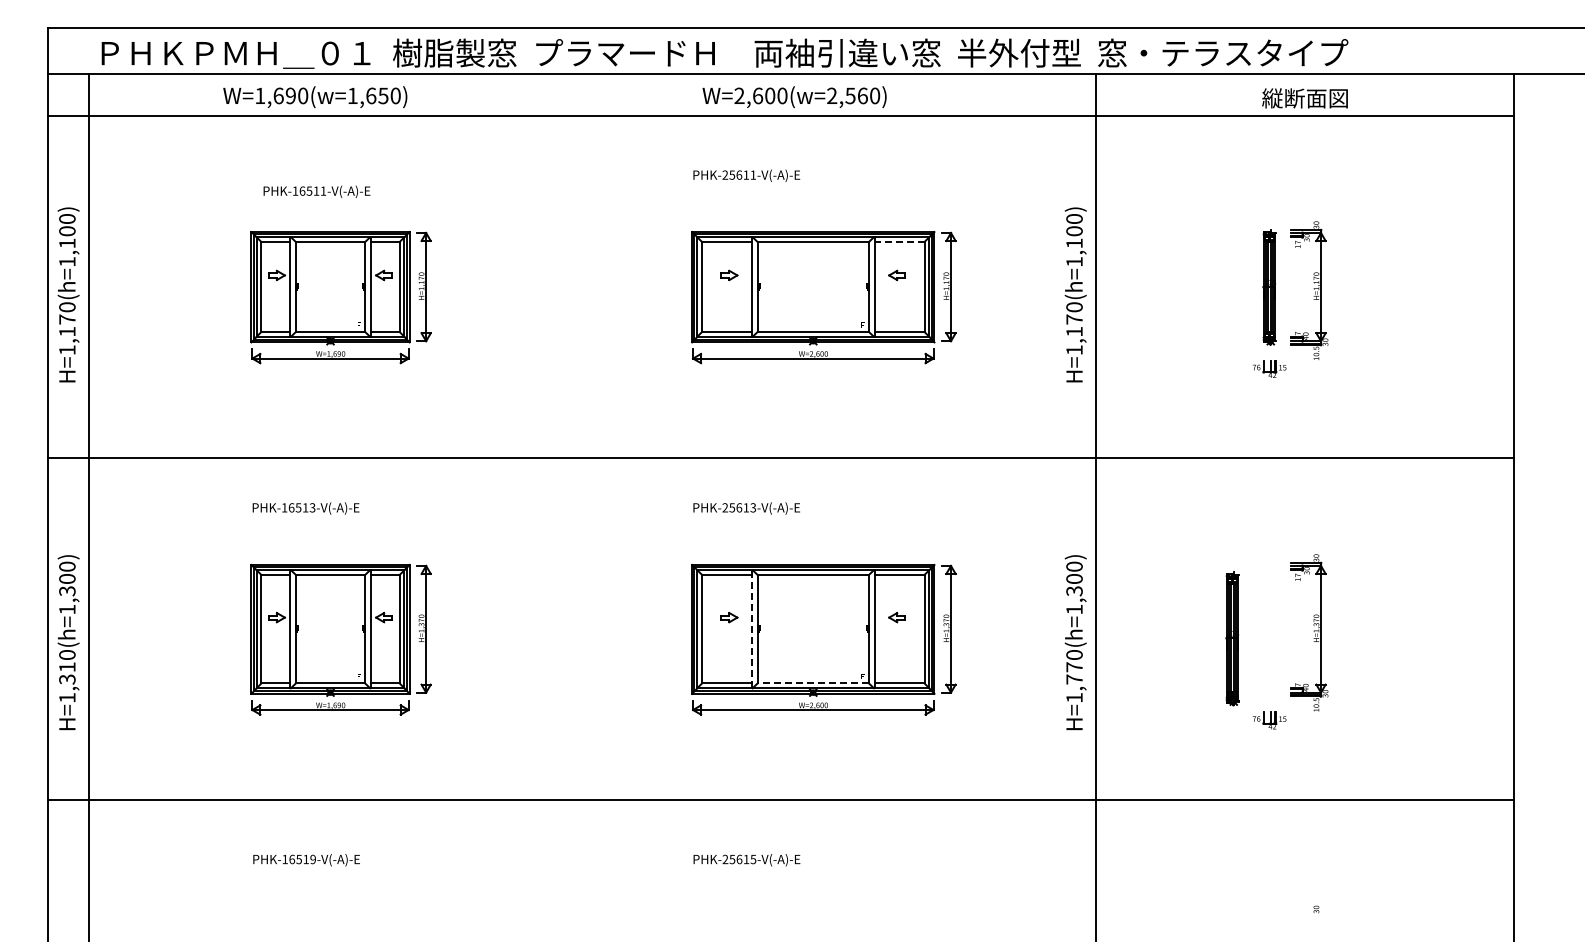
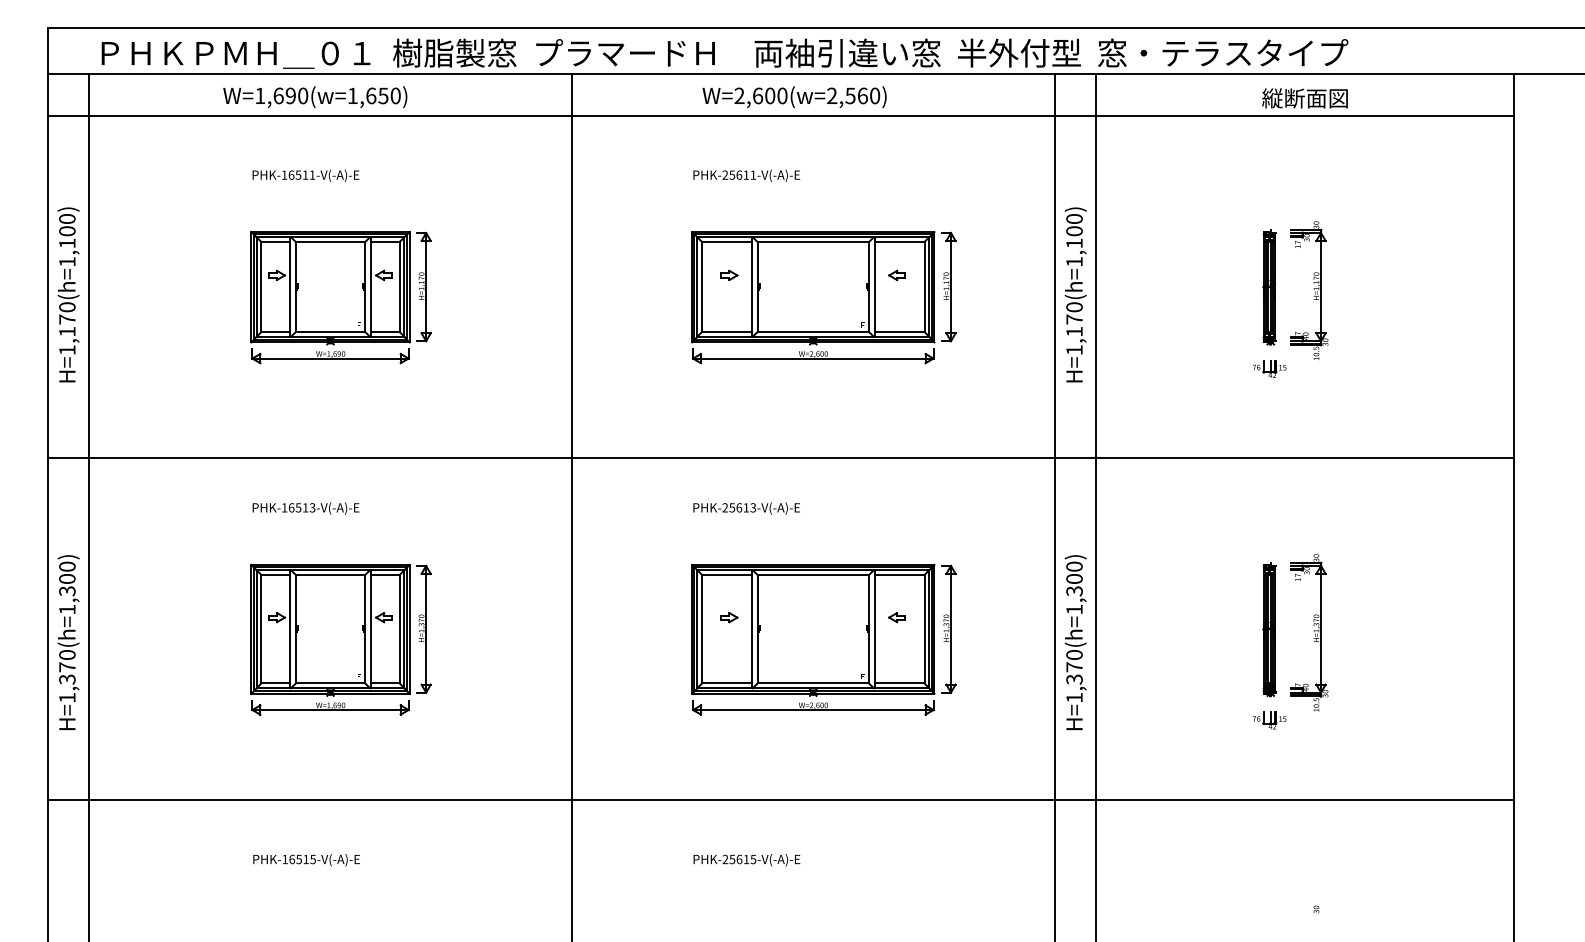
text at (316, 191) position: (316, 191) -> (305, 175)
line at (899, 241): dashed -> solid
line at (571, 506): none -> present
line at (1054, 506): none -> present
line at (751, 628): dashed -> solid
part at (1232, 638) position: (1232, 638) -> (1269, 629)
text at (67, 667): H=1,310(h=1,300) -> H=1,370(h=1,300)
text at (1074, 679): H=1,770(h=1,300) -> H=1,370(h=1,300)
line at (813, 683): dashed -> solid
text at (312, 858): PHK-16519-V(-A)-E -> PHK-16515-V(-A)-E
